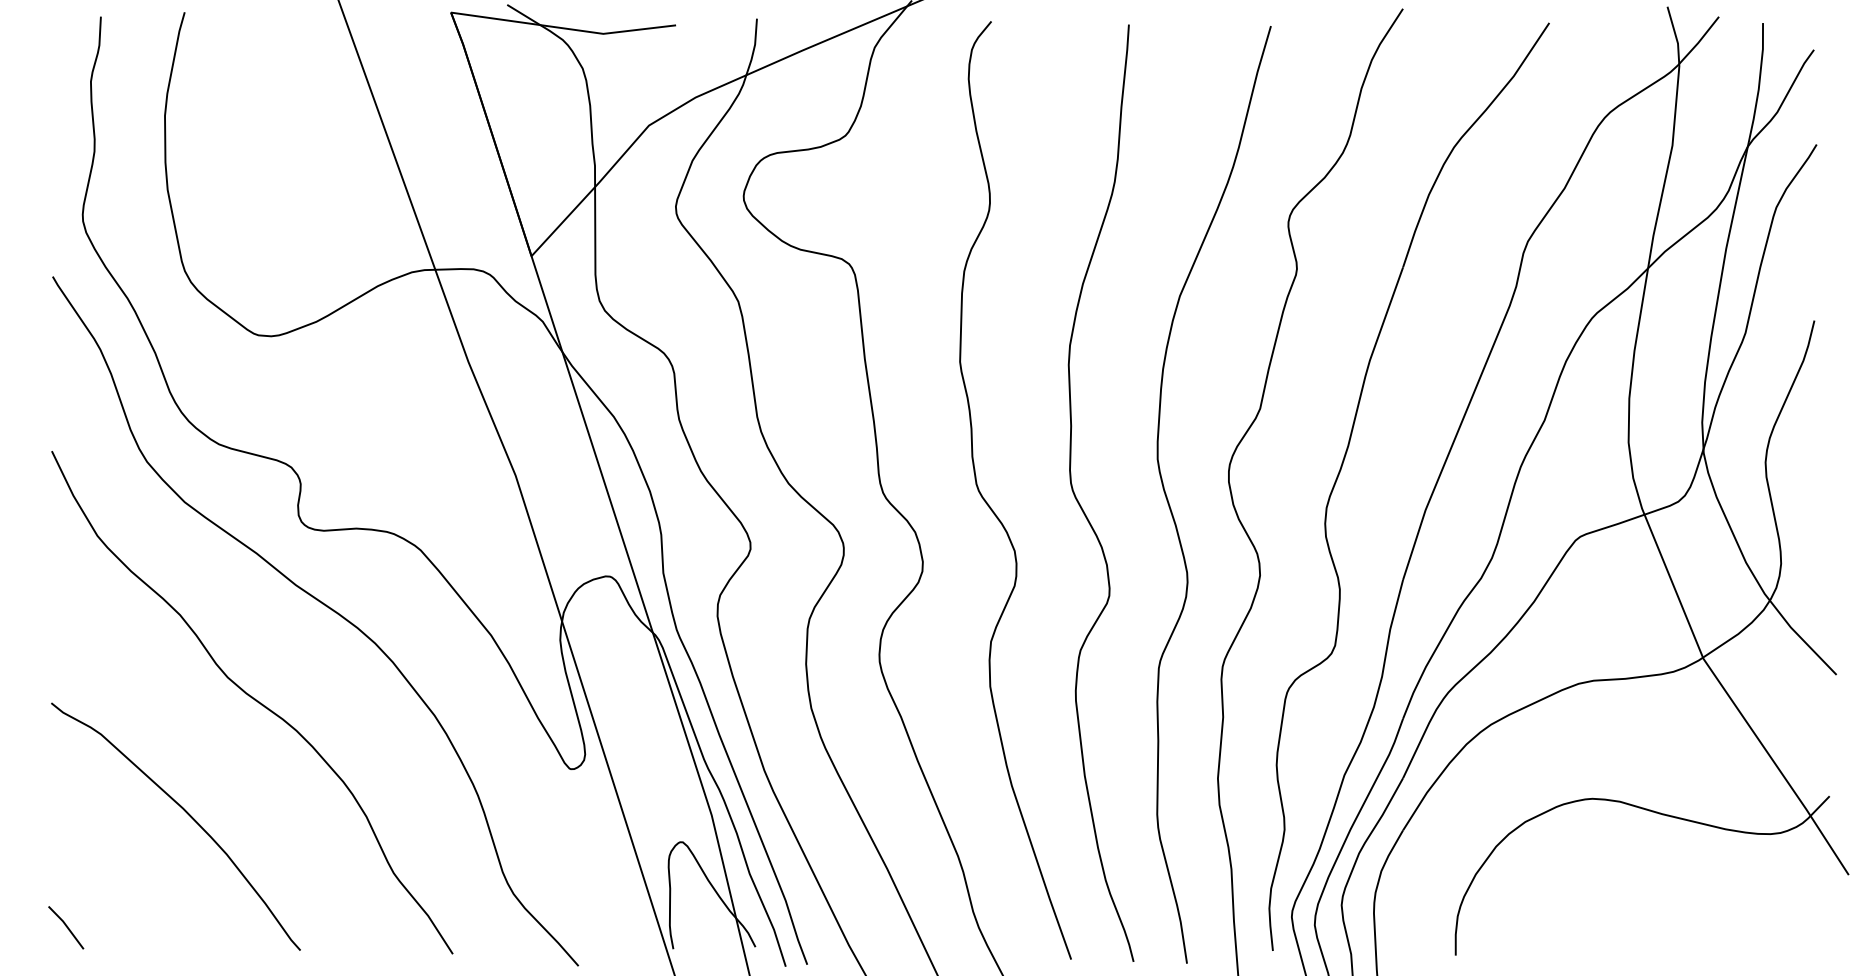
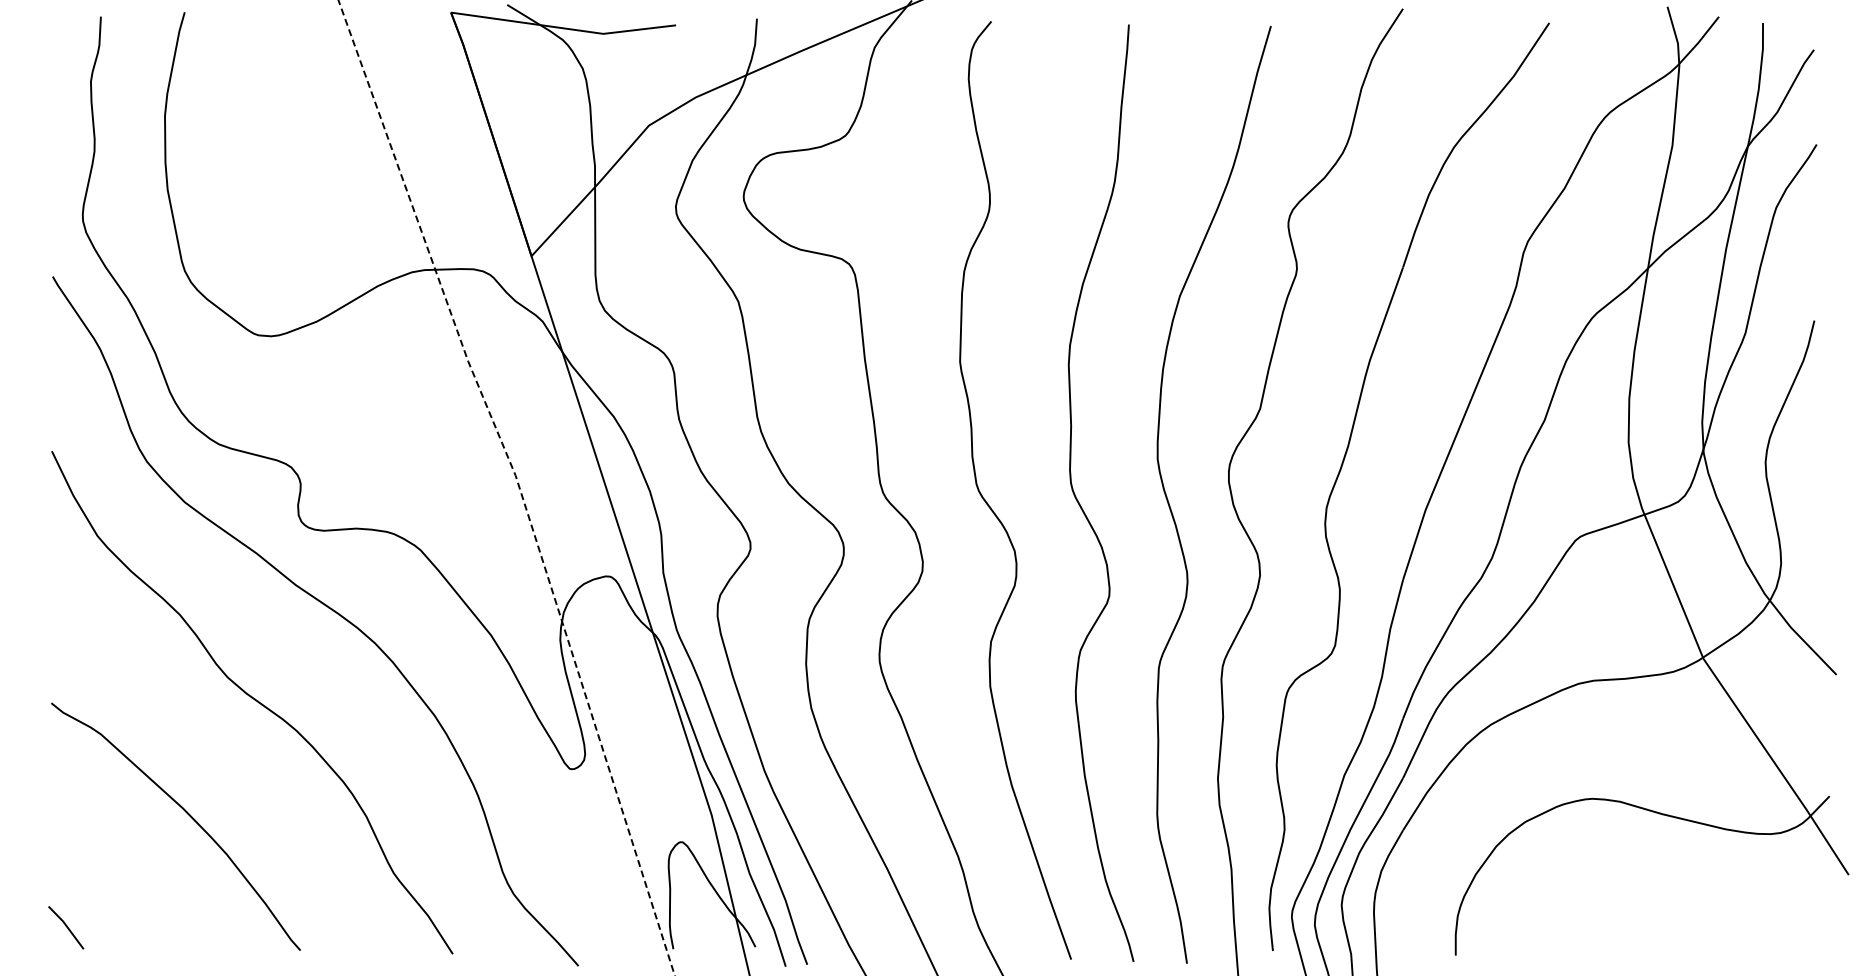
line at (517, 482): solid -> dashed
